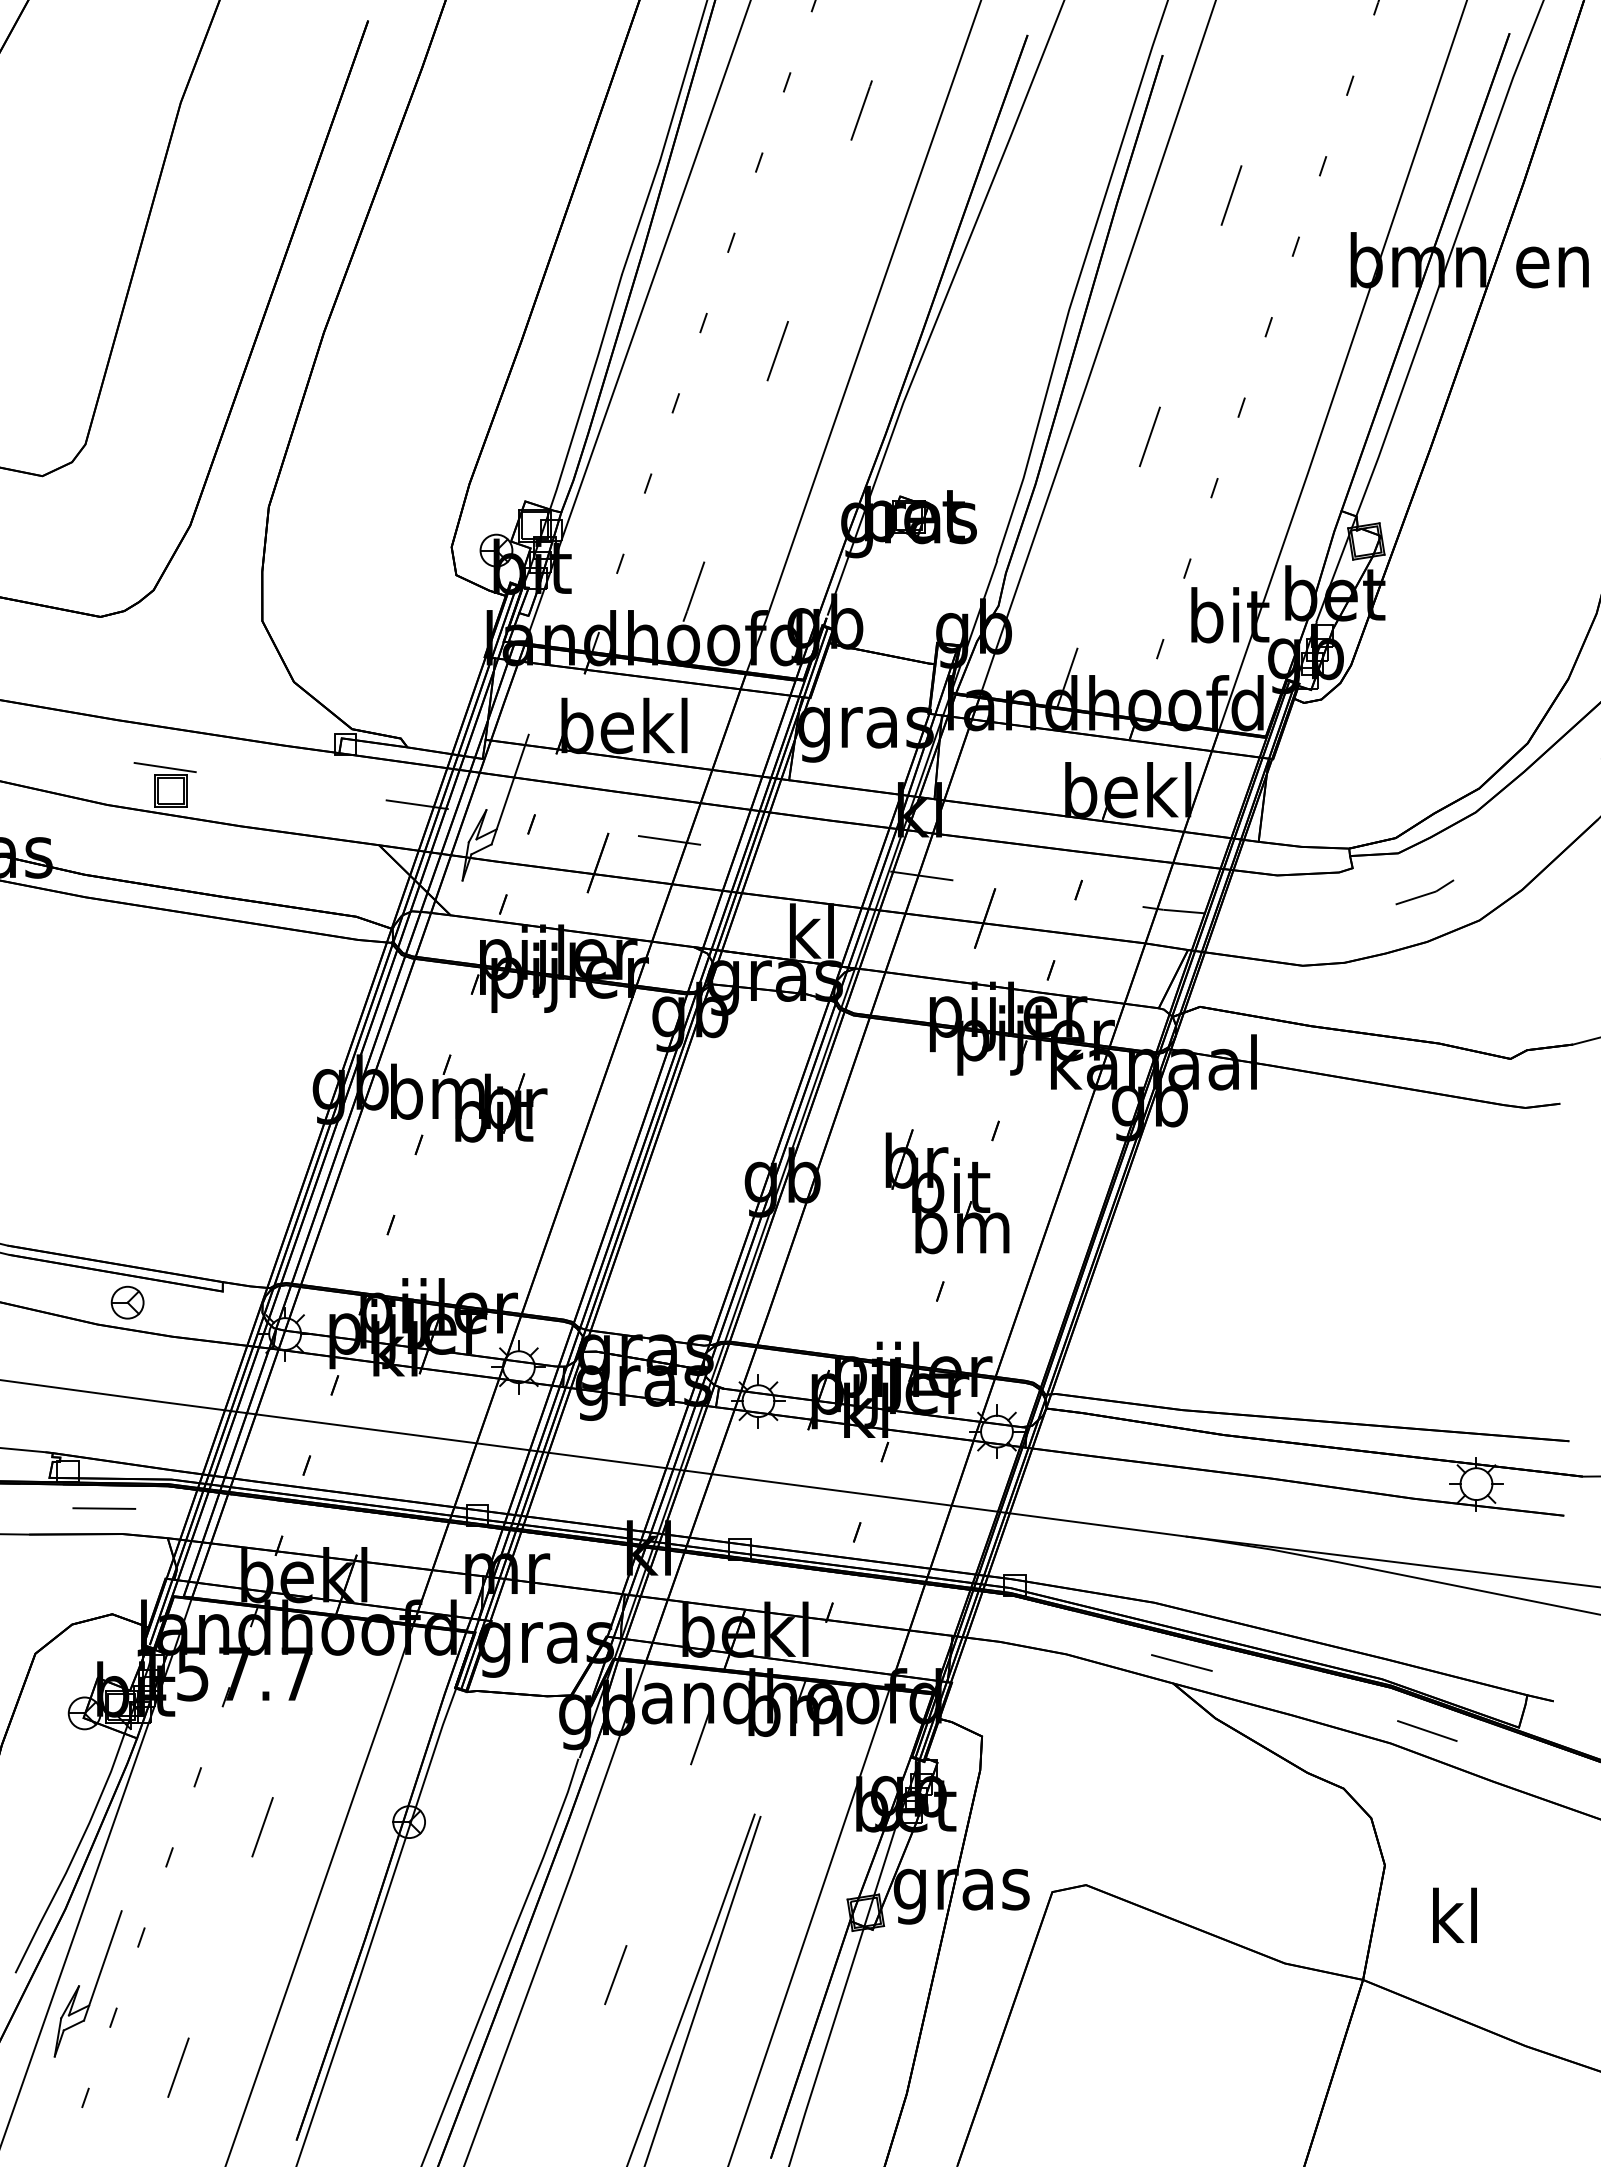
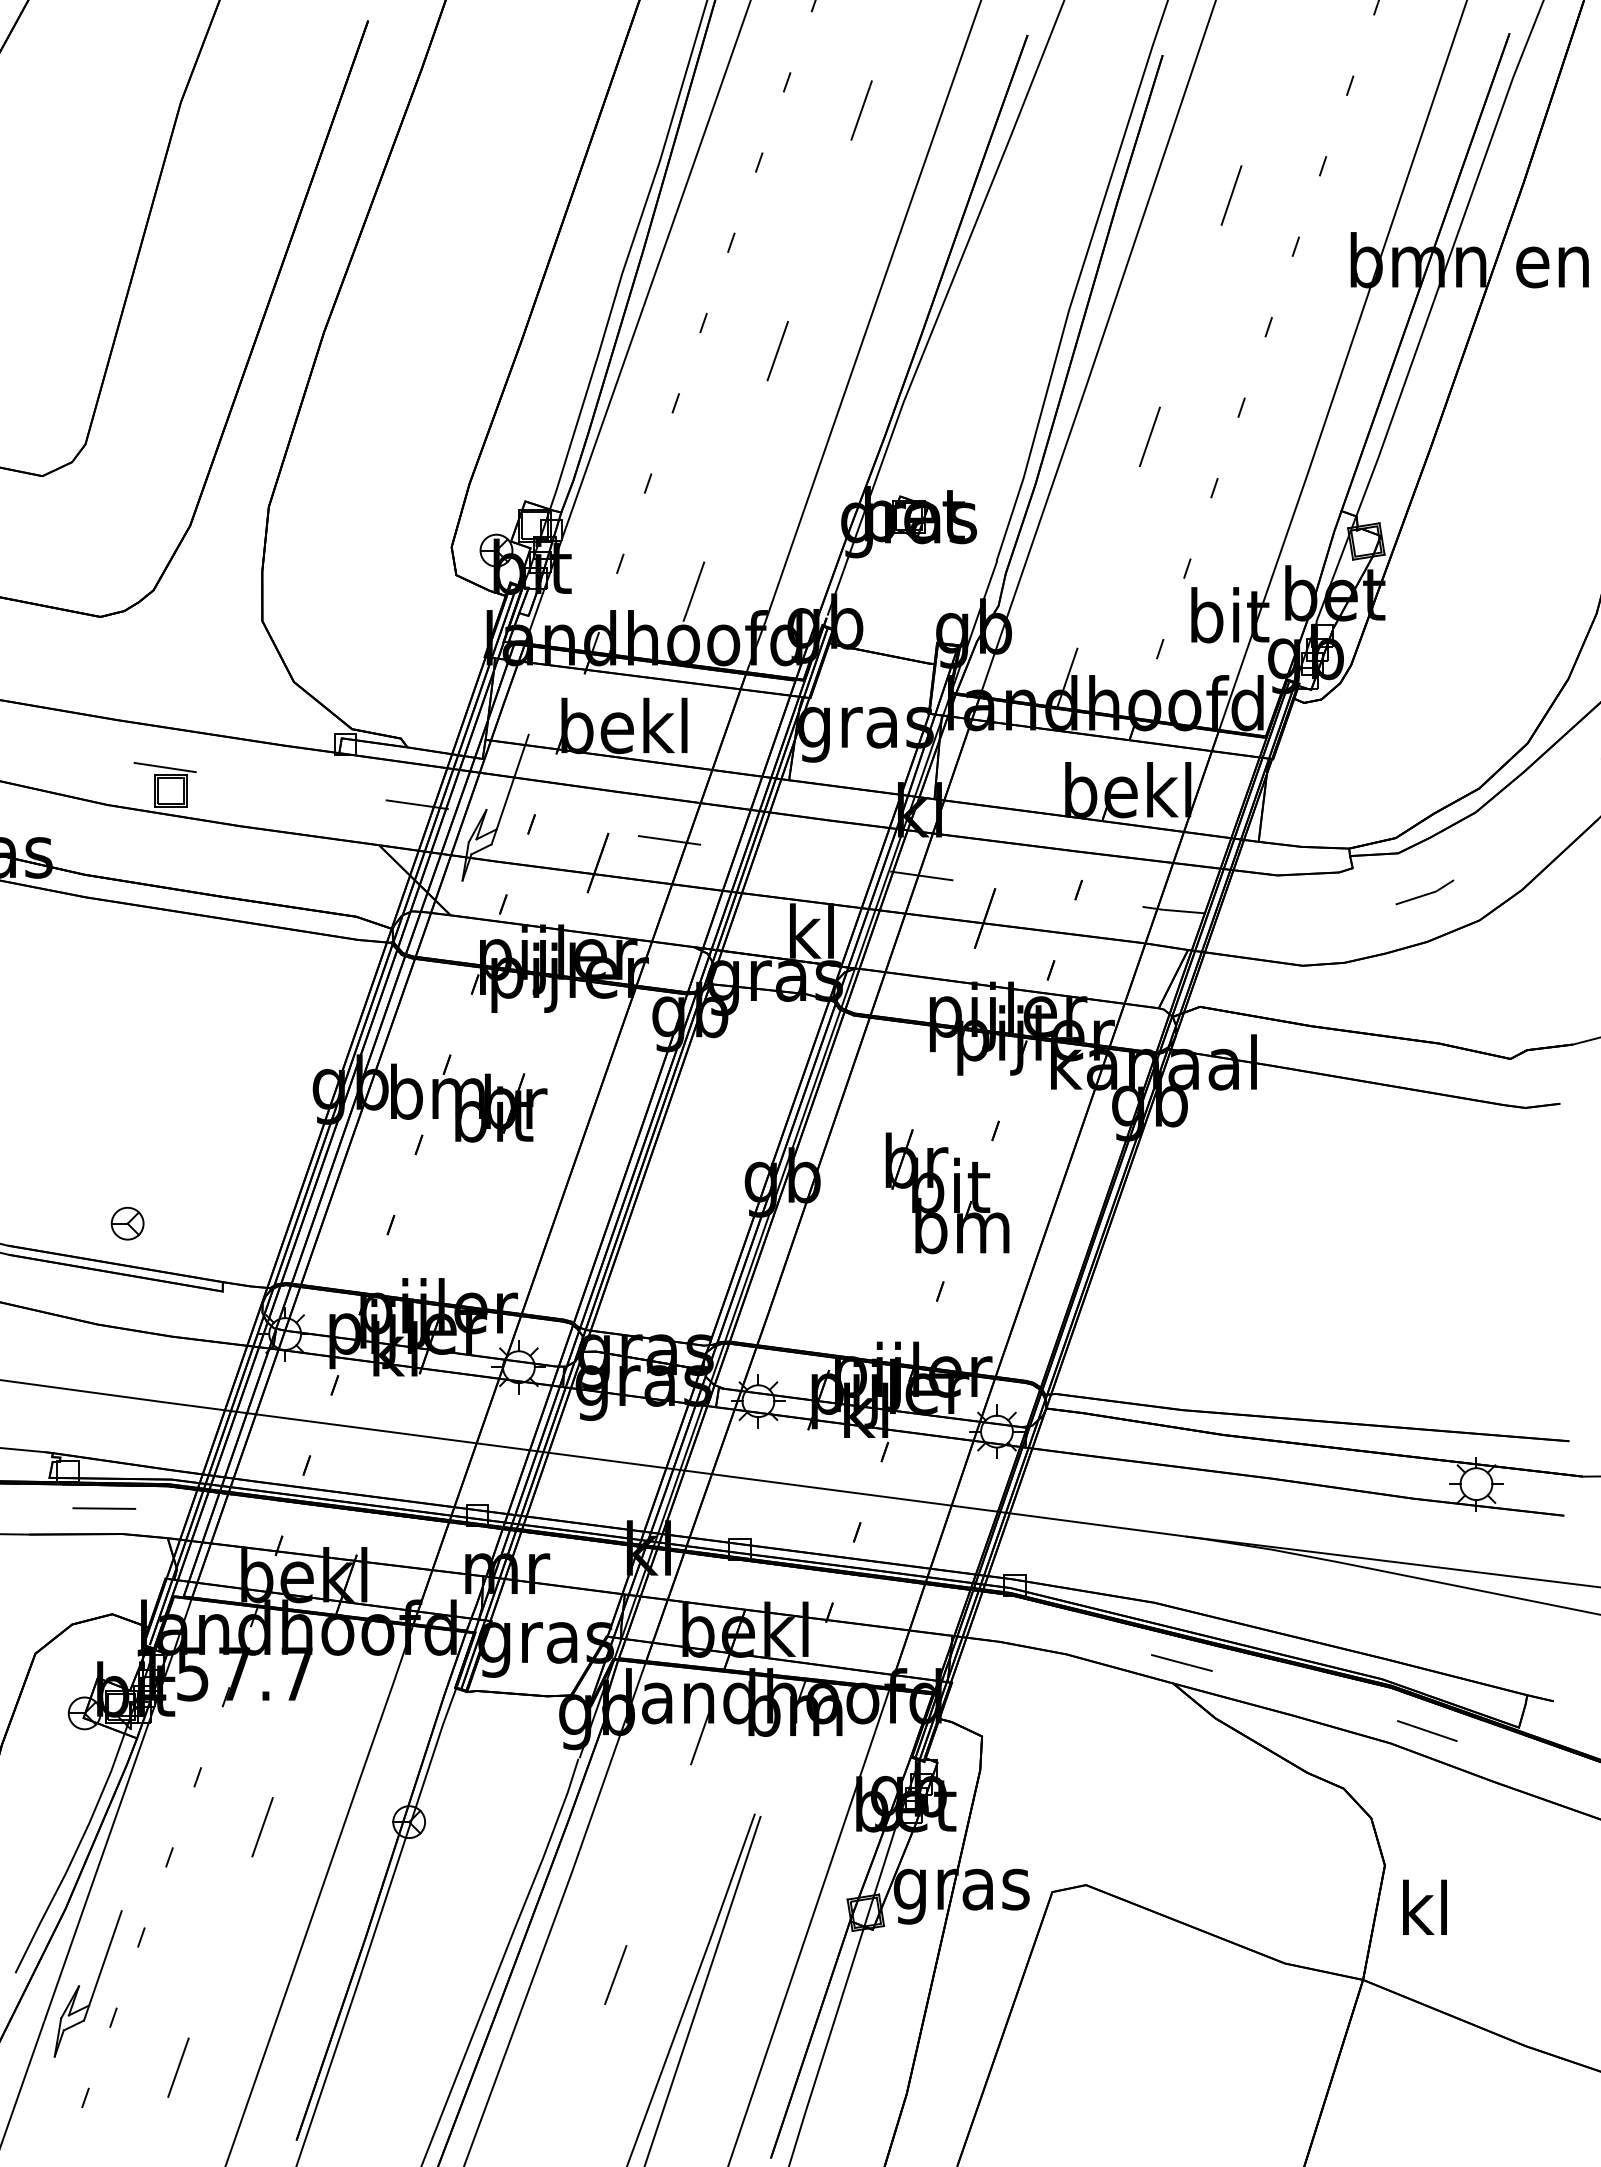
part at (127, 1302) position: (127, 1302) -> (127, 1223)
text at (1454, 1914) position: (1454, 1914) -> (1424, 1906)
